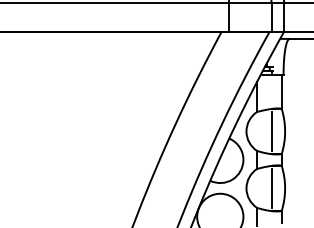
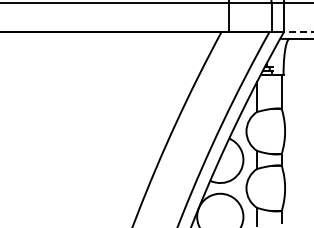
line at (298, 31): solid -> dashed
line at (272, 131): present -> none
line at (272, 188): present -> none
